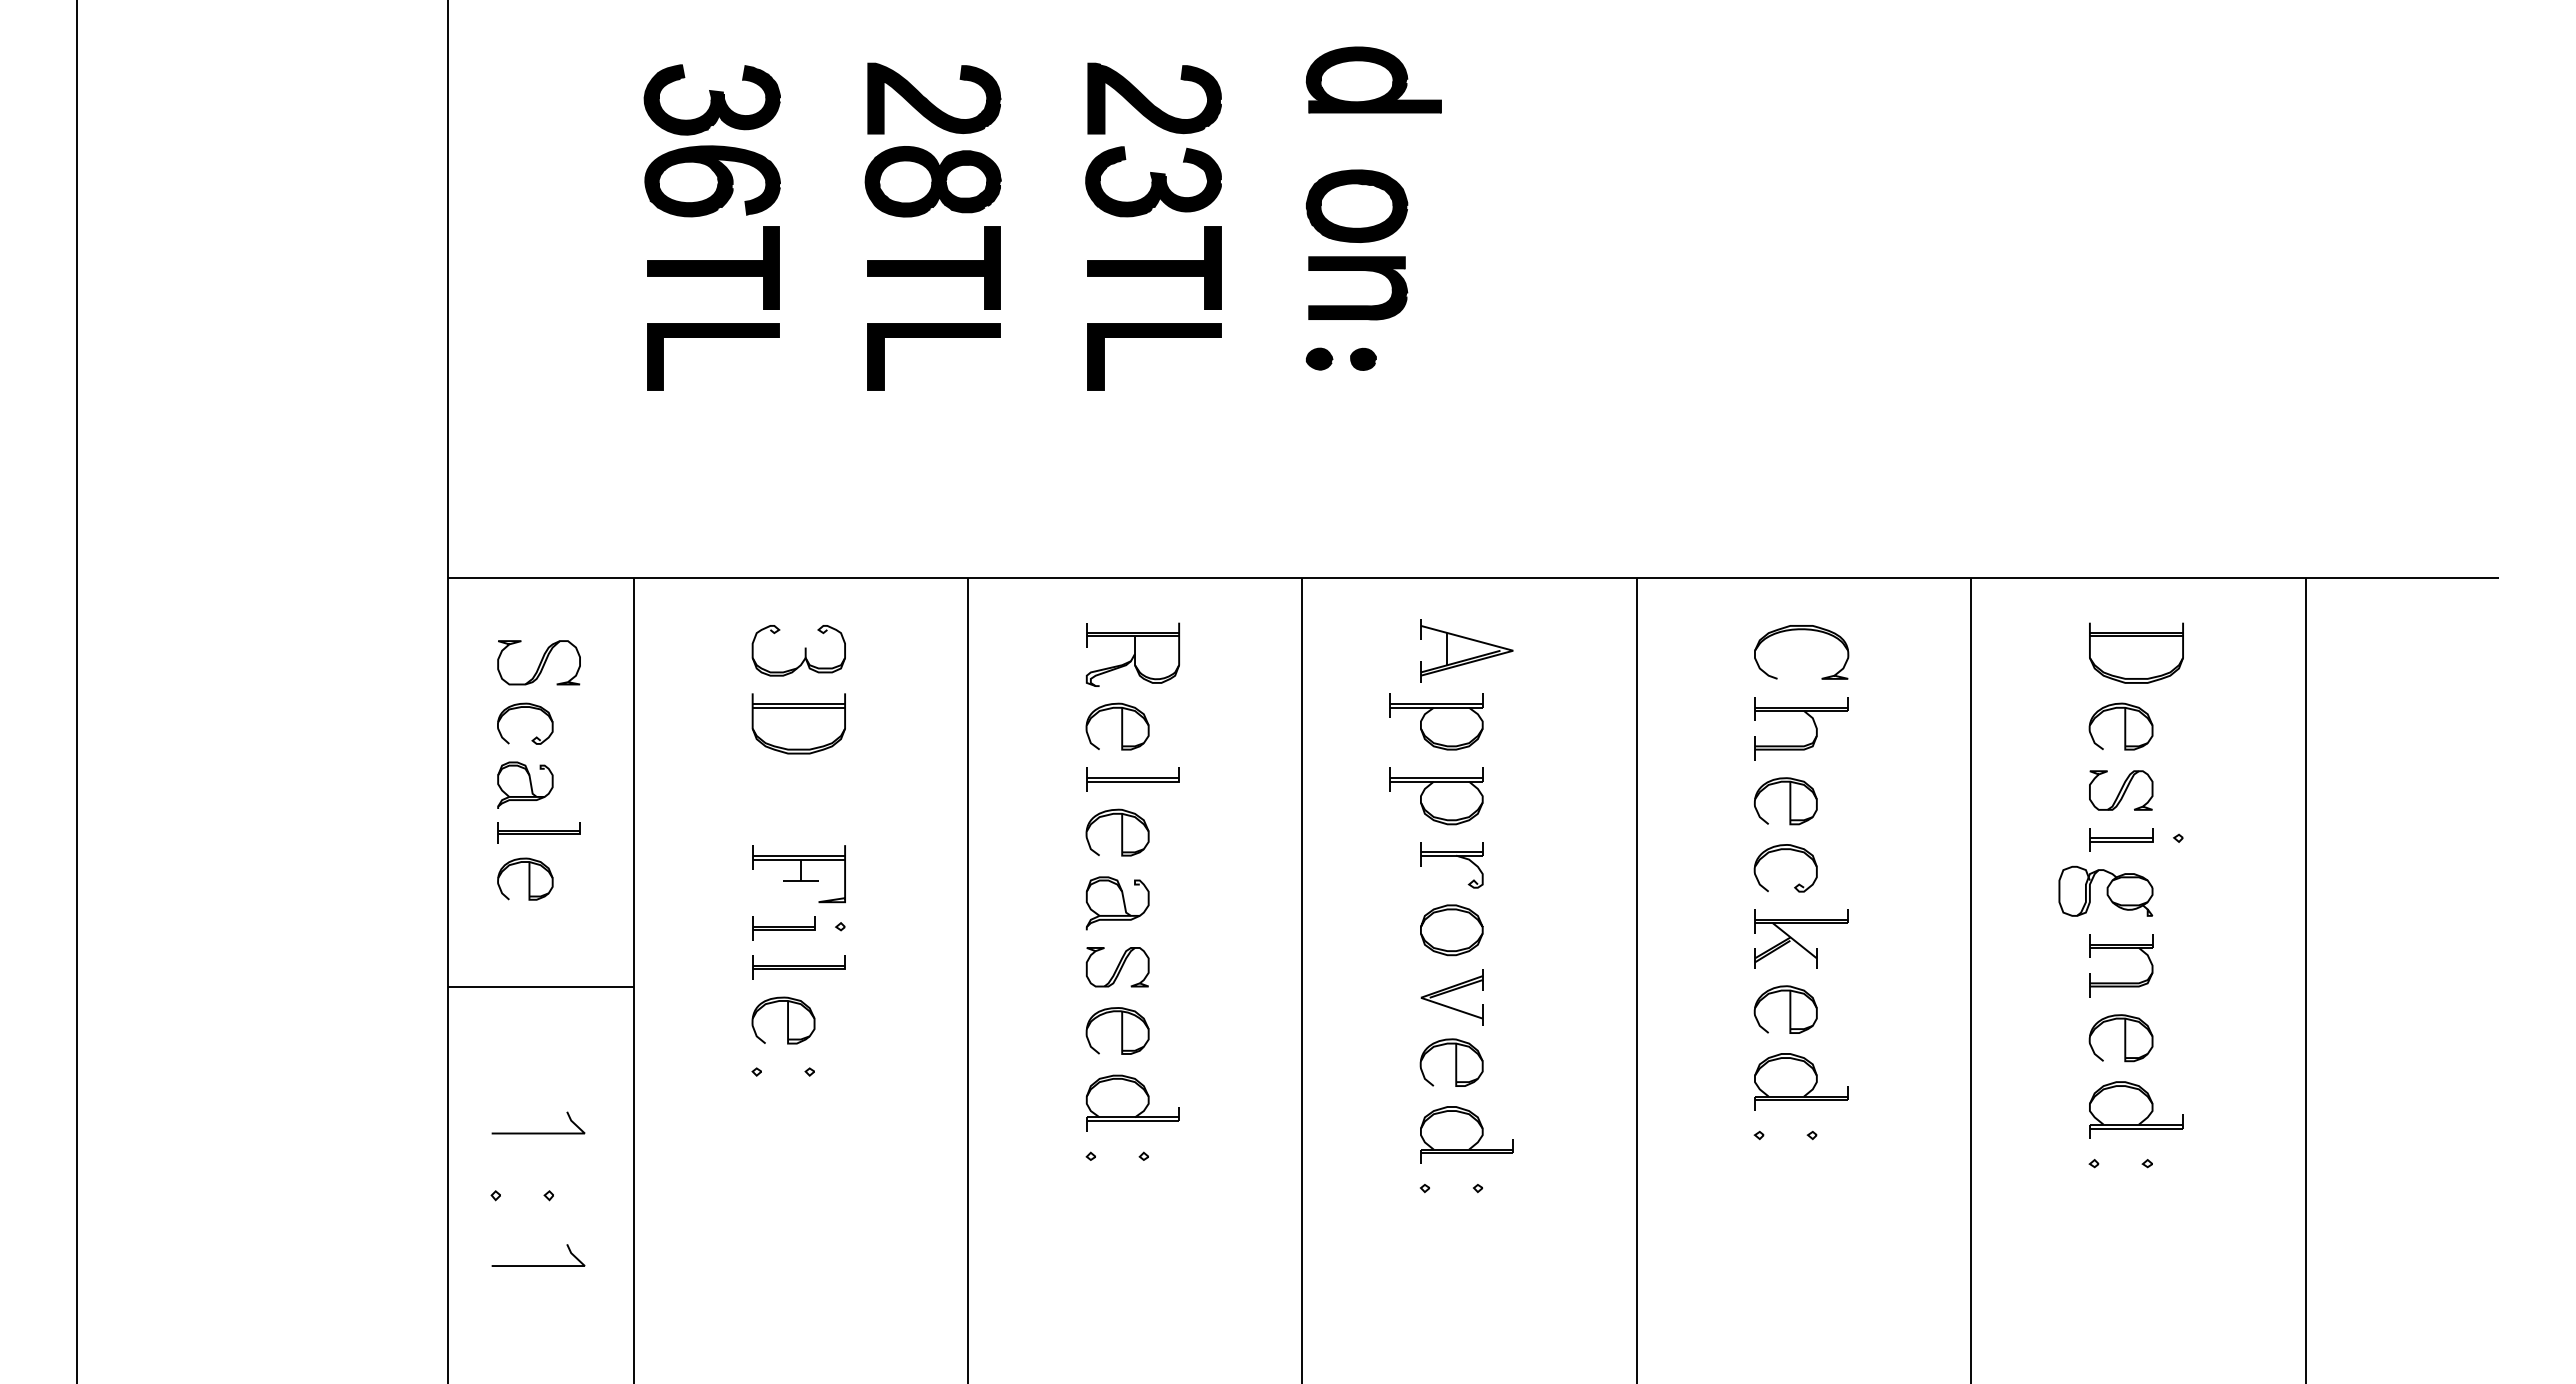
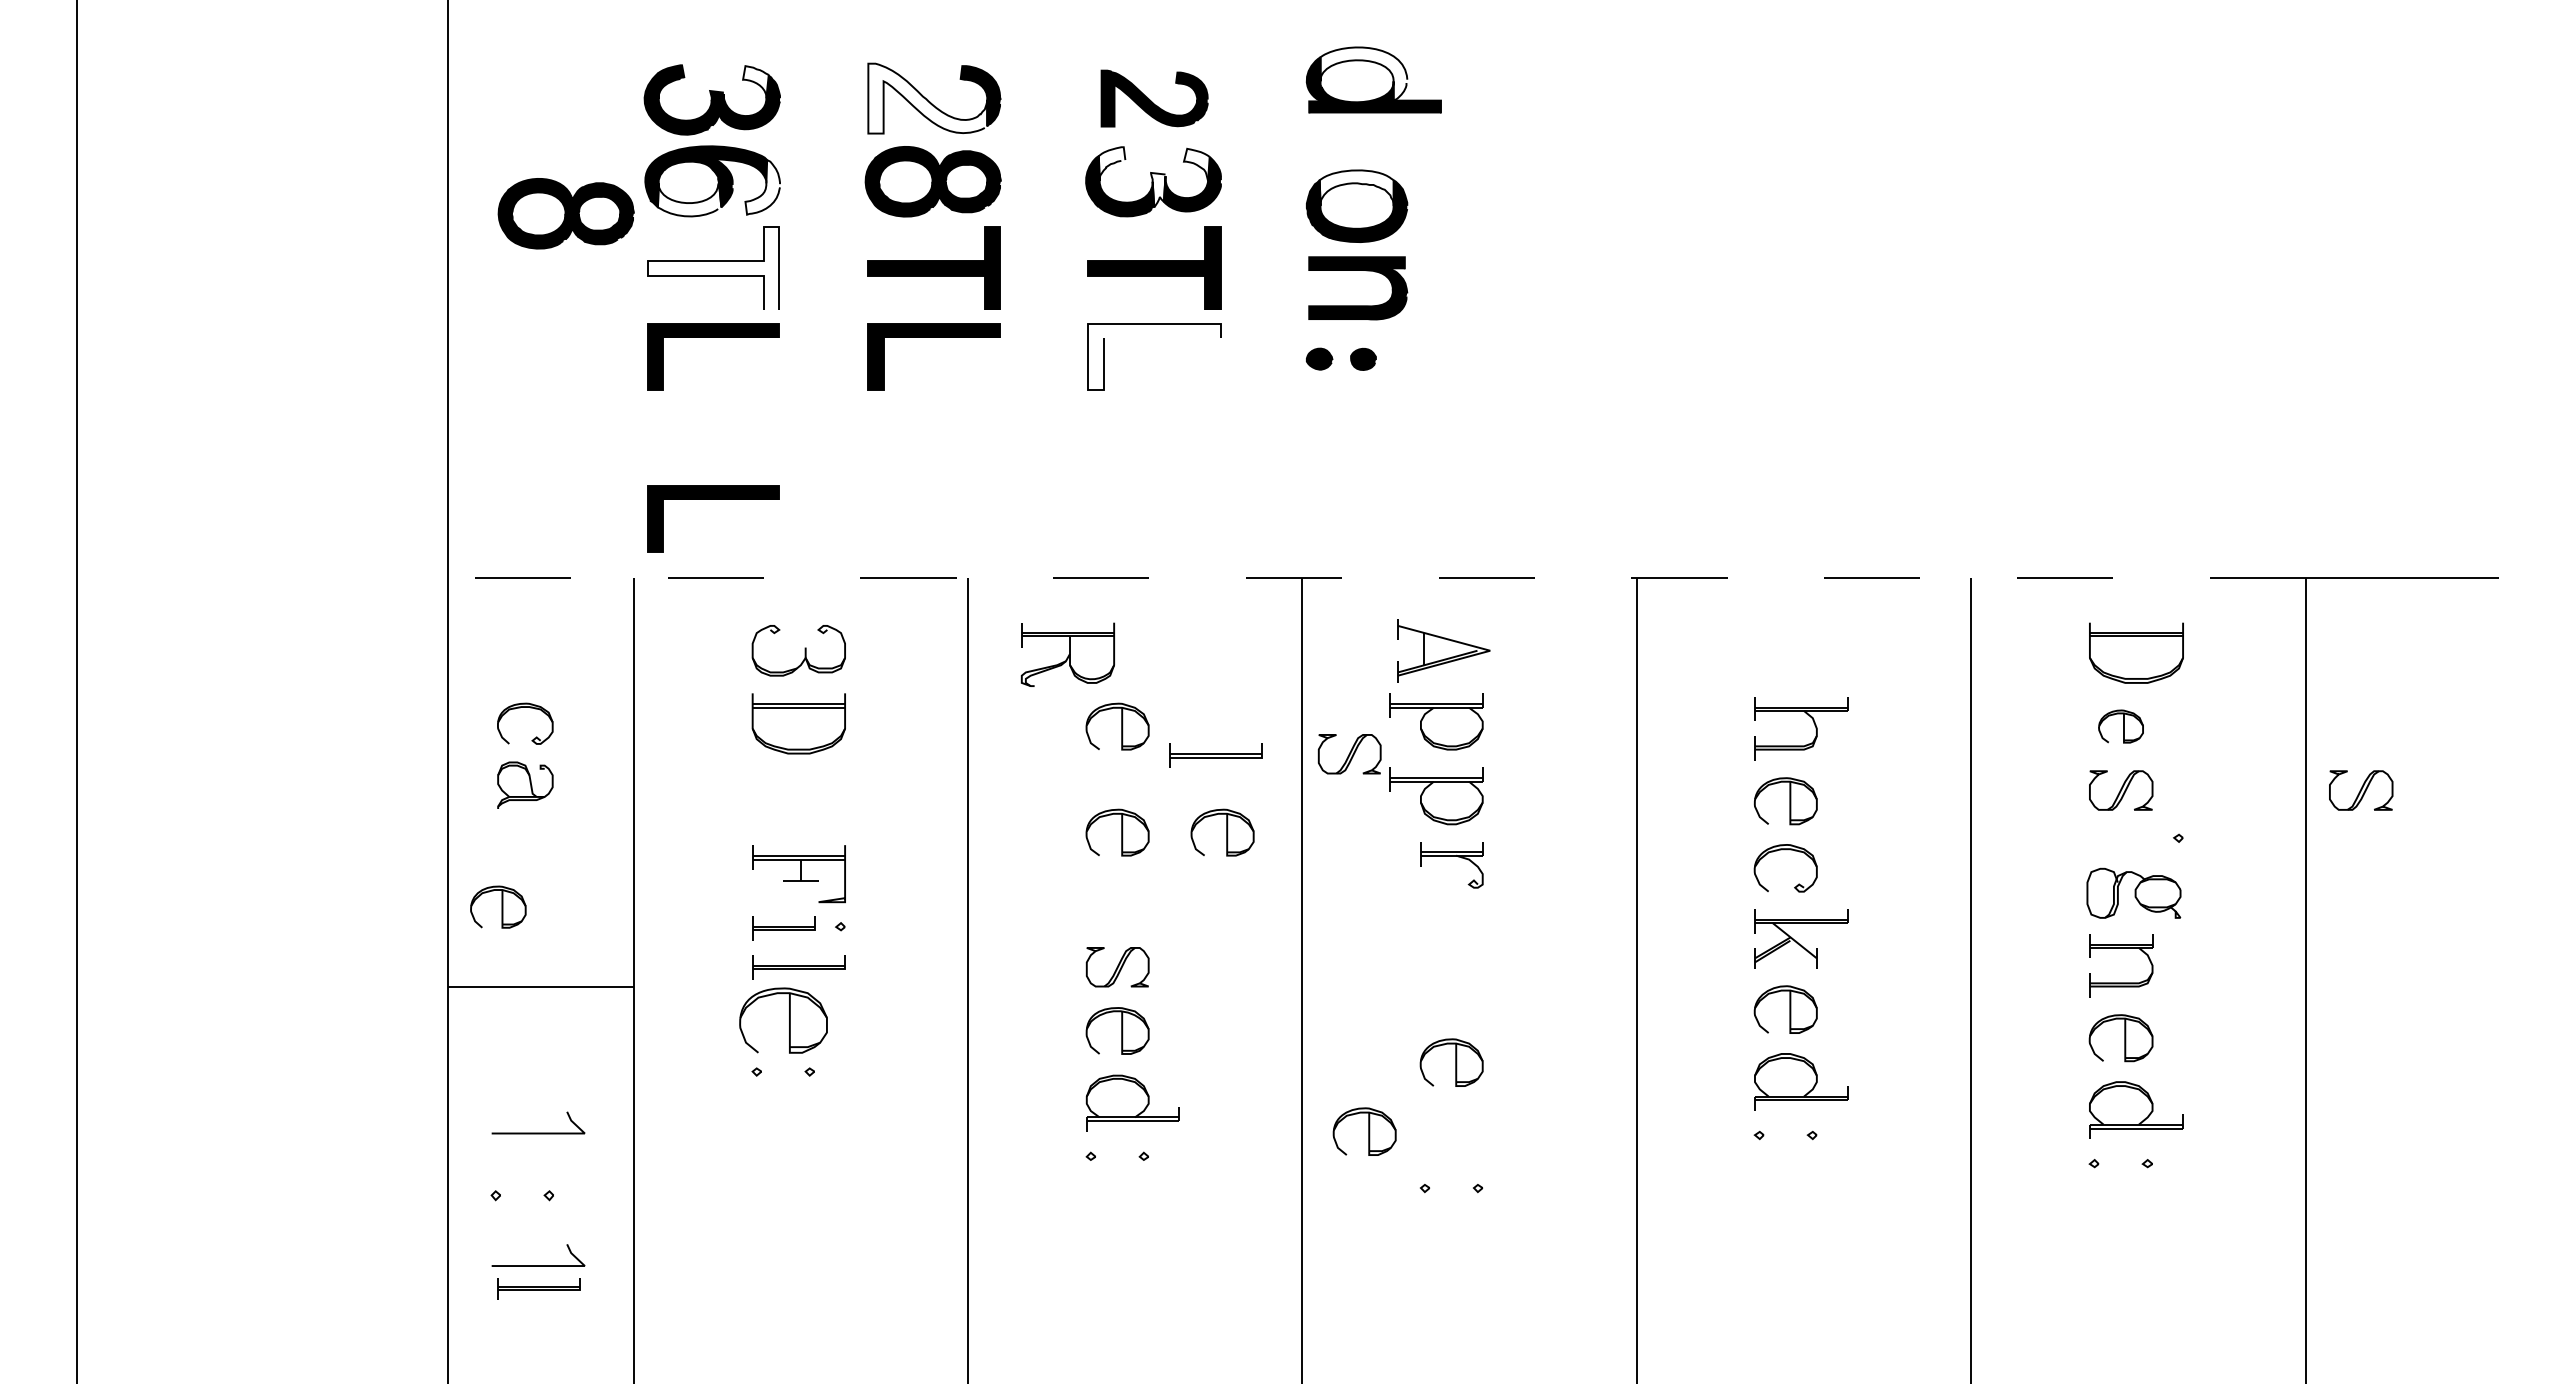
fill at (1363, 73): present -> none
fill at (755, 82): present -> none
fill at (927, 98): present -> none
part at (1154, 98) size: 135x73 px -> 109x59 px
fill at (1111, 163): present -> none
fill at (1196, 164): present -> none
fill at (762, 187): present -> none
fill at (1356, 187): present -> none
fill at (1158, 189): present -> none
fill at (689, 199): present -> none
part at (565, 213): none -> present
fill at (713, 268): present -> none
fill at (1154, 356): present -> none
part at (713, 499): none -> present
line at (1377, 578): solid -> dashed
part at (1801, 630): present -> none
part at (1466, 650) position: (1466, 650) -> (1443, 650)
part at (1132, 654) position: (1132, 654) -> (1067, 654)
part at (538, 662): present -> none
part at (2120, 726) size: 66x49 px -> 46x35 px
part at (1349, 754): none -> present
part at (1132, 779) position: (1132, 779) -> (1215, 755)
part at (2361, 790): none -> present
part at (538, 832) position: (538, 832) -> (538, 1288)
part at (1222, 832): none -> present
part at (2121, 839): present -> none
part at (525, 878) position: (525, 878) -> (498, 906)
part at (2105, 890) position: (2105, 890) -> (2133, 892)
part at (1117, 903): present -> none
part at (1451, 930): present -> none
part at (1451, 997): present -> none
part at (783, 1020) size: 65x49 px -> 89x67 px
part at (1364, 1131): none -> present
part at (1466, 1134): present -> none
